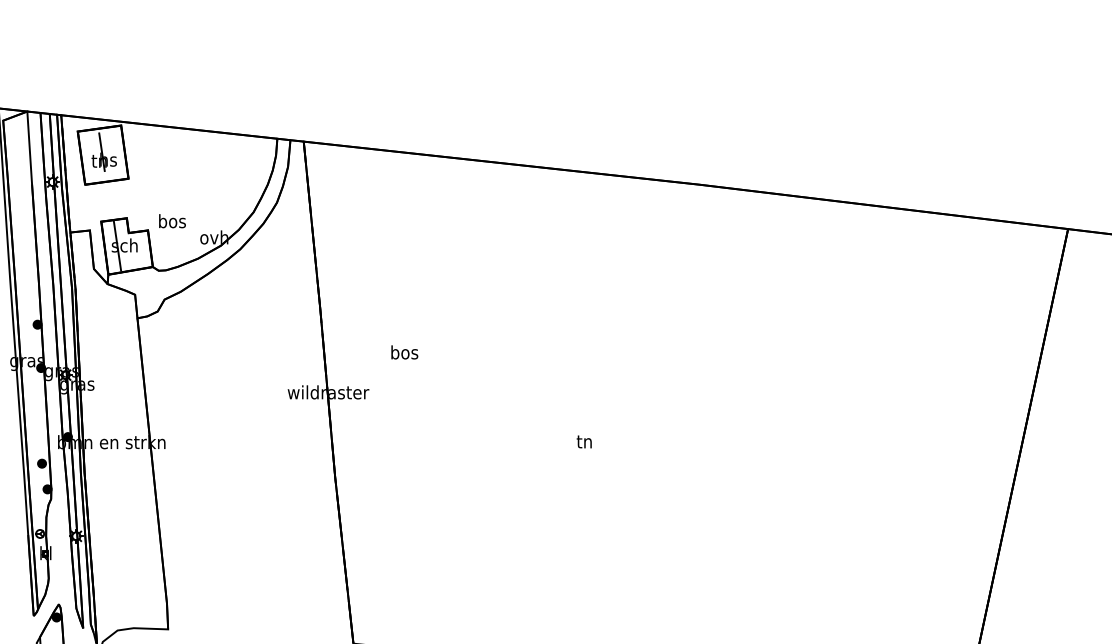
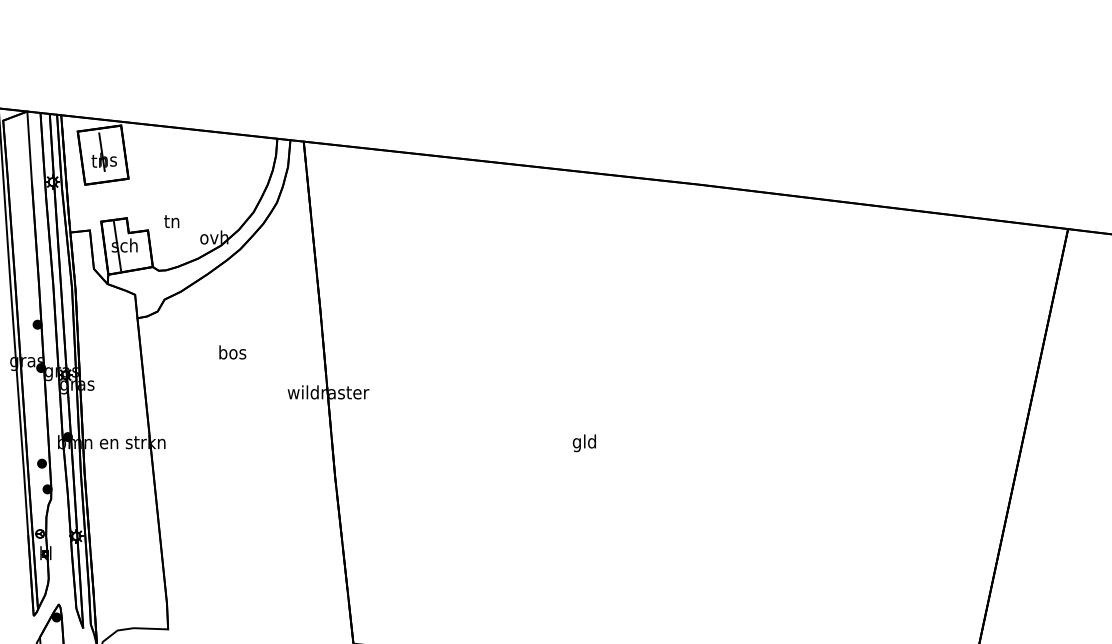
text at (172, 221): bos -> tn
text at (404, 352) position: (404, 352) -> (232, 352)
text at (583, 443): tn -> gld
